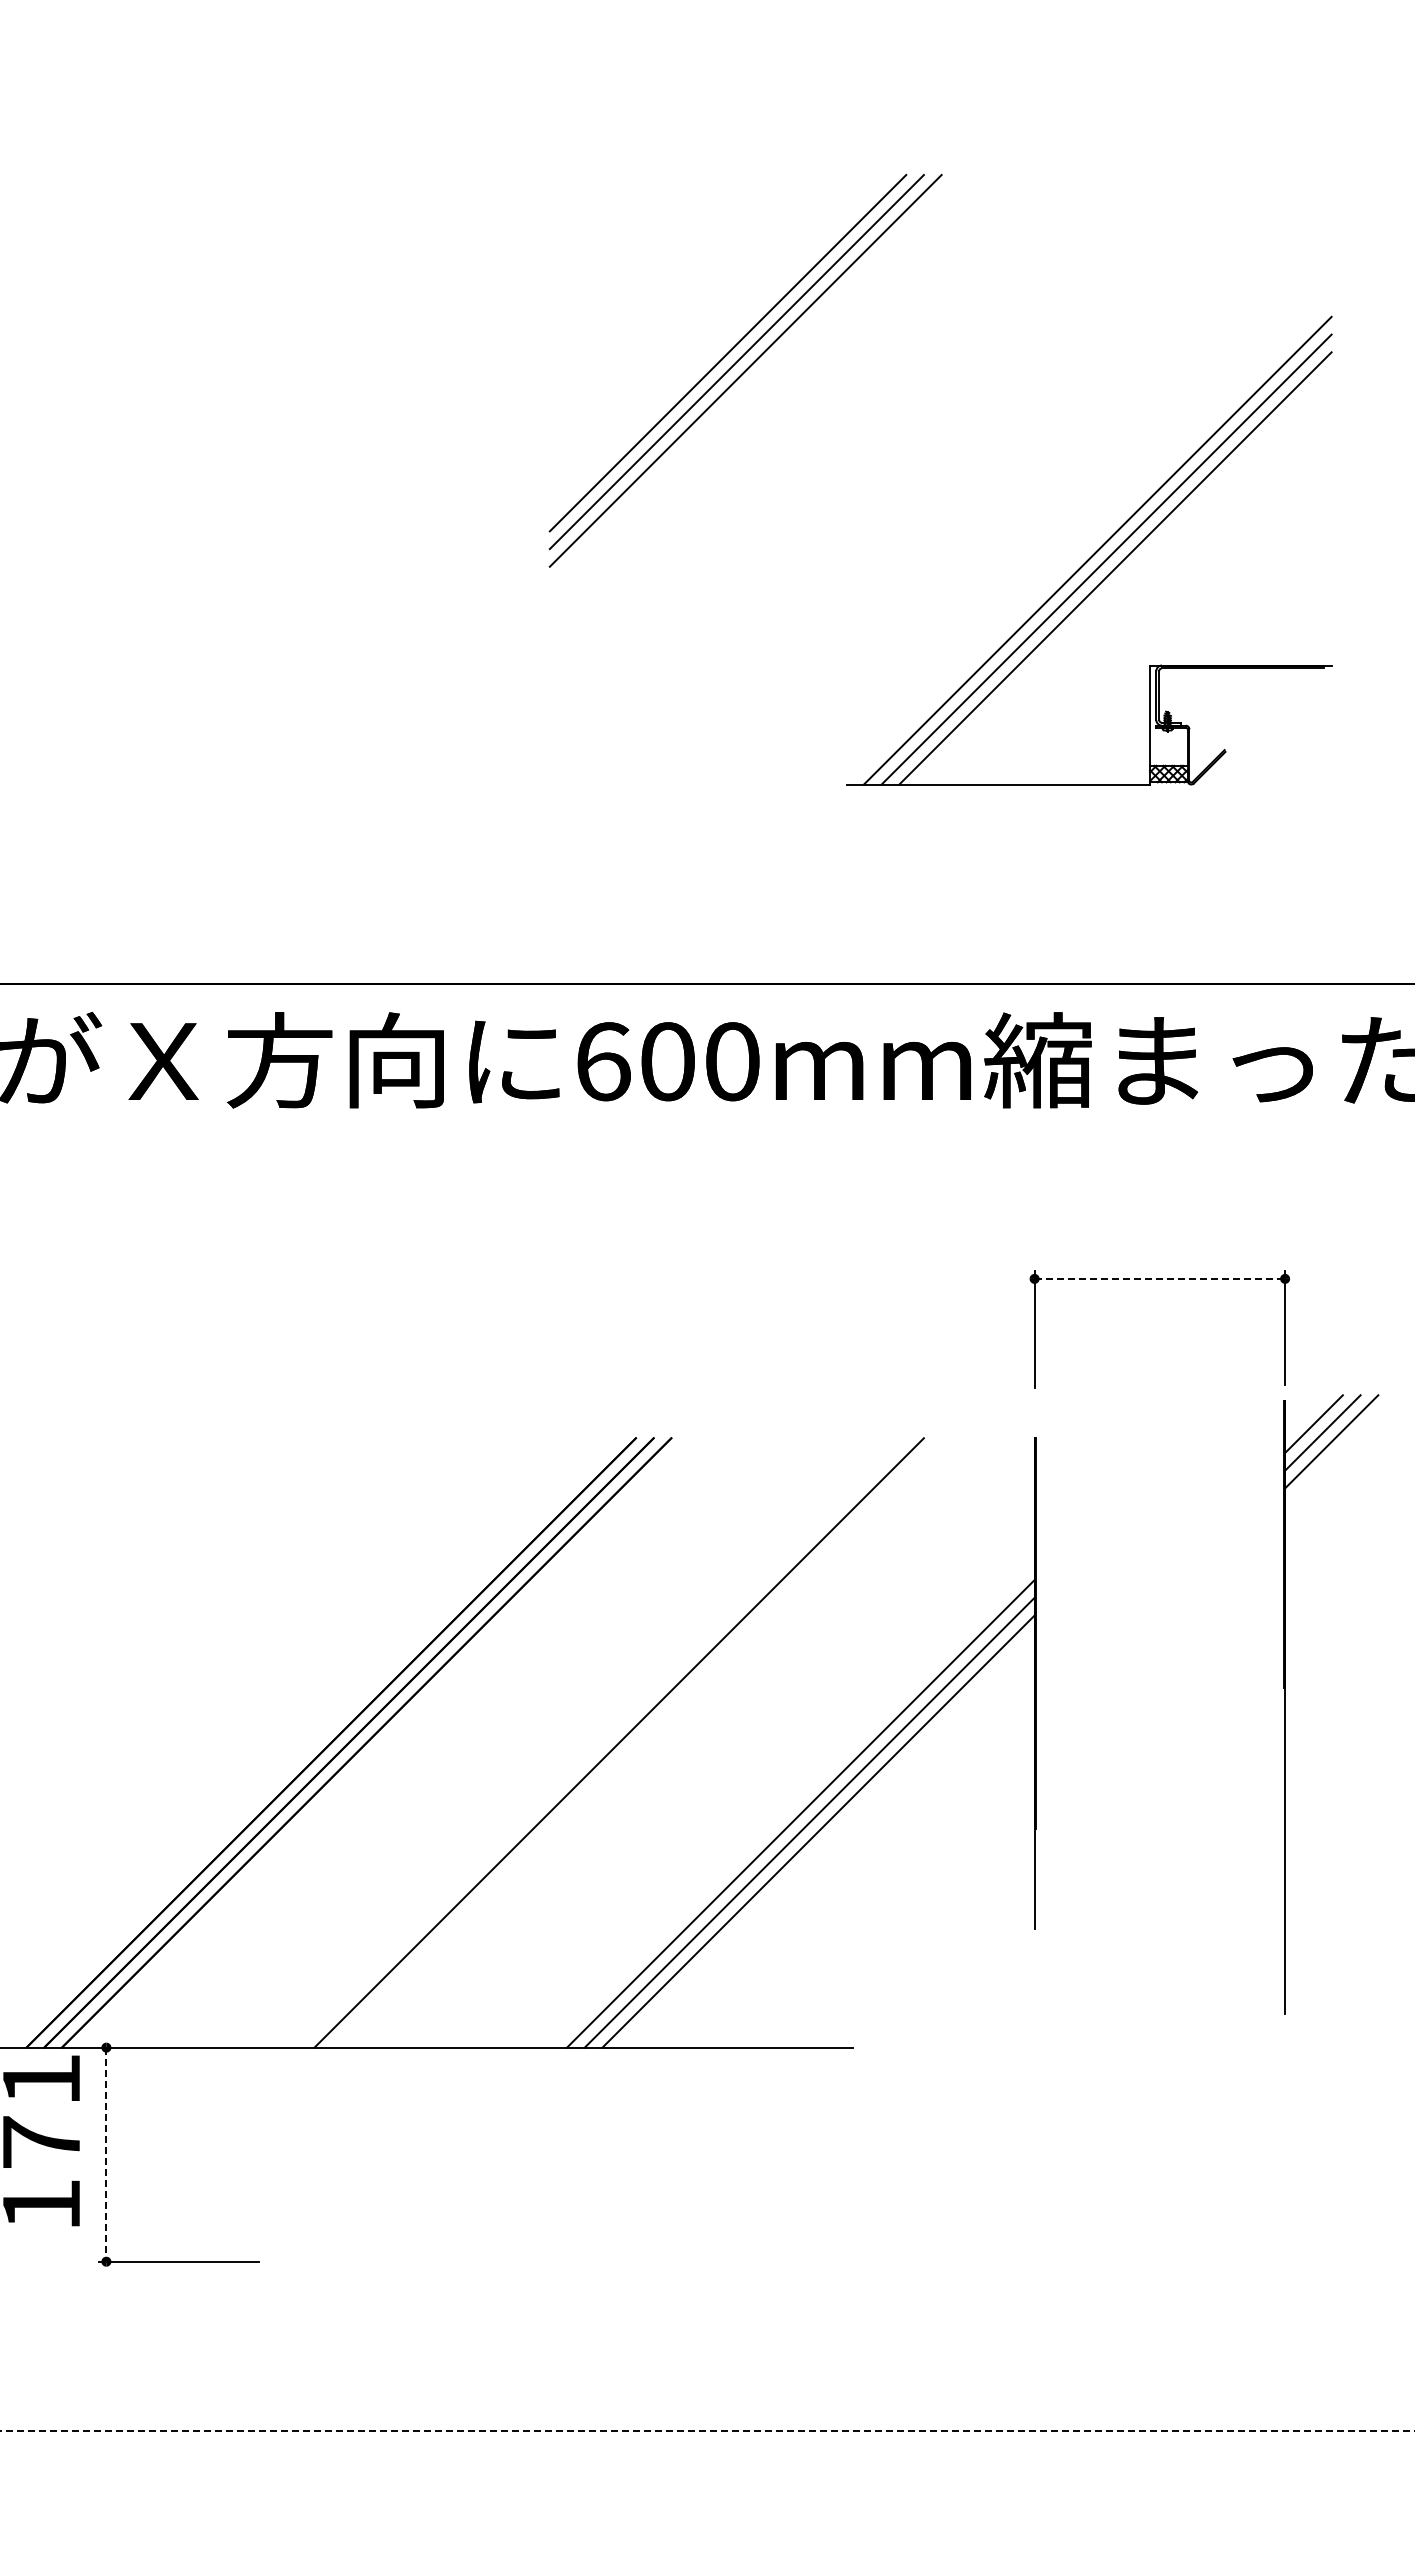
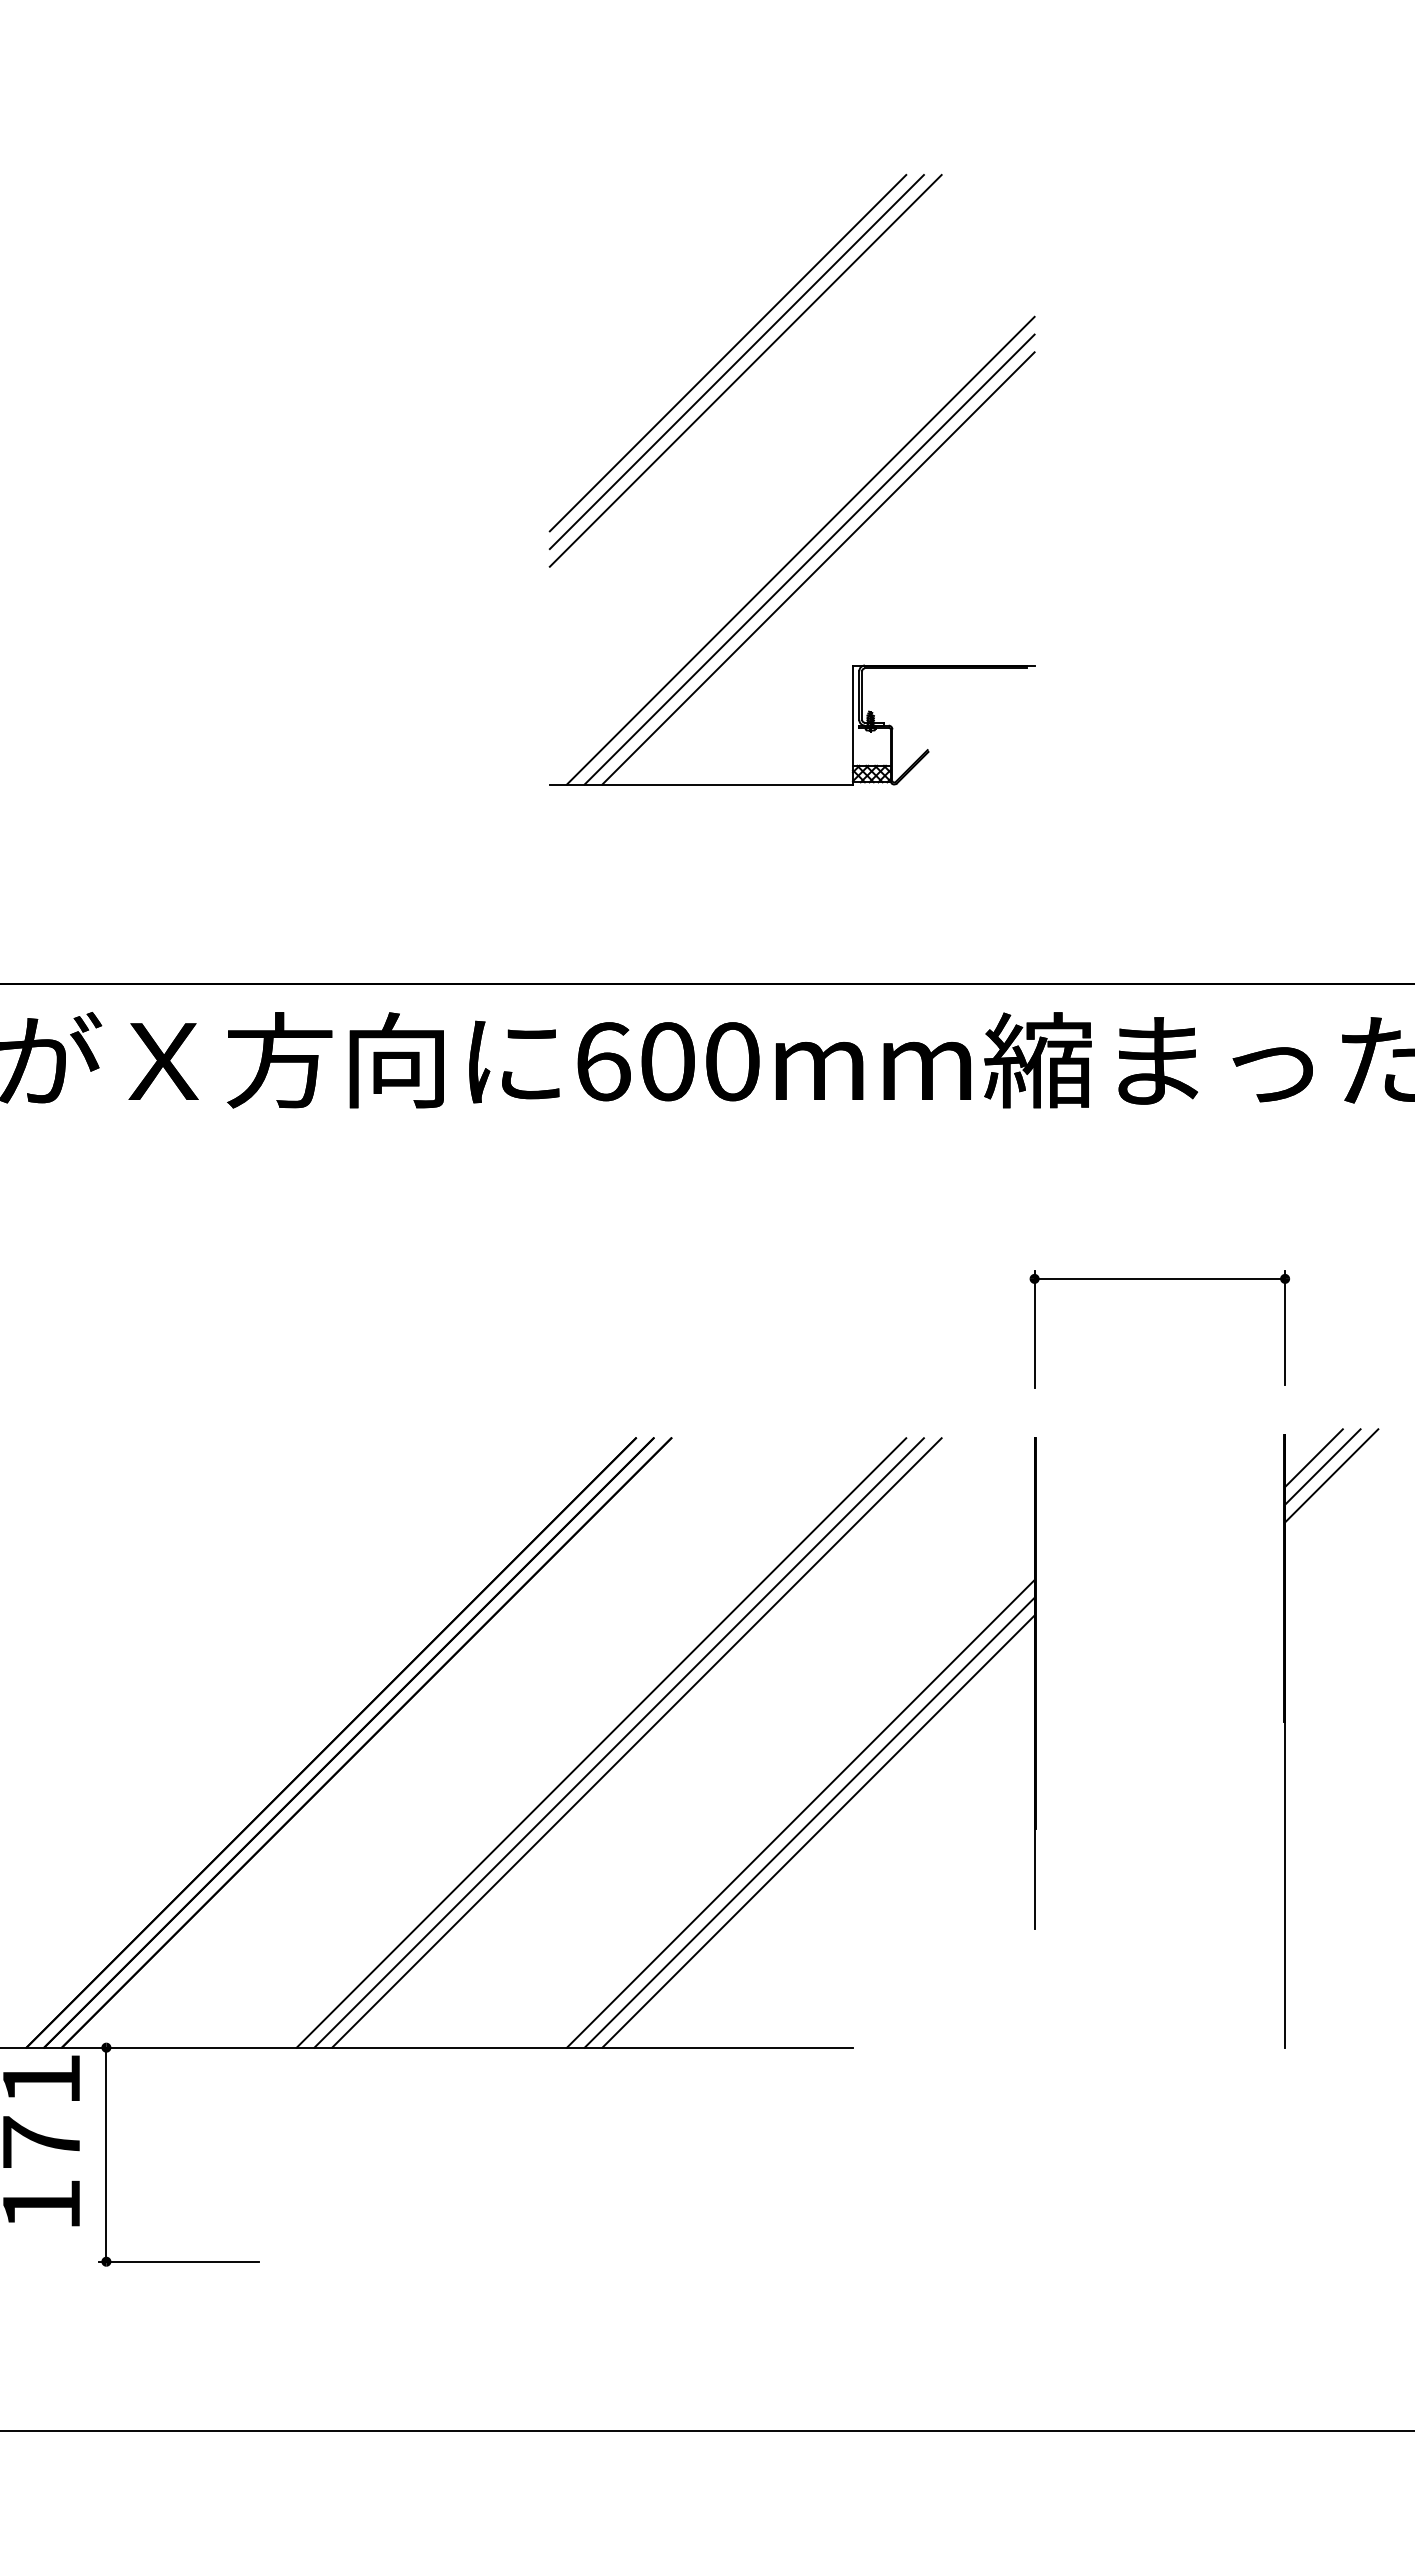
part at (1089, 550) position: (1089, 550) -> (792, 550)
line at (1160, 1278): dashed -> solid
part at (1285, 1704) position: (1285, 1704) -> (1285, 1738)
line at (601, 1742): none -> present
line at (636, 1742): none -> present
line at (106, 2155): dashed -> solid
line at (707, 2430): dashed -> solid
